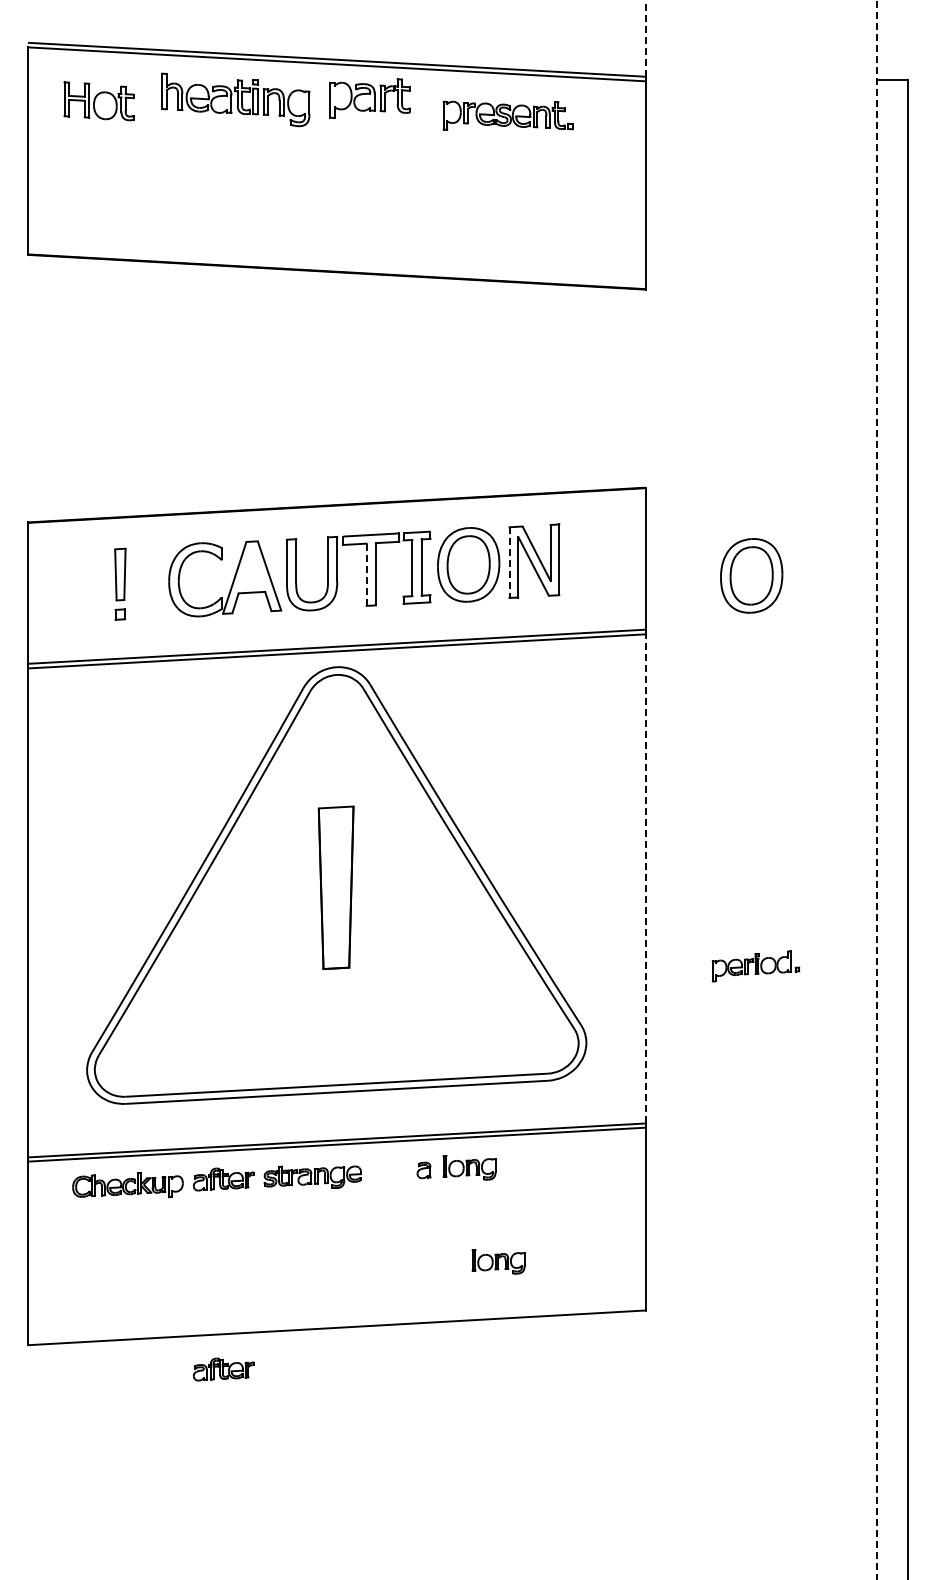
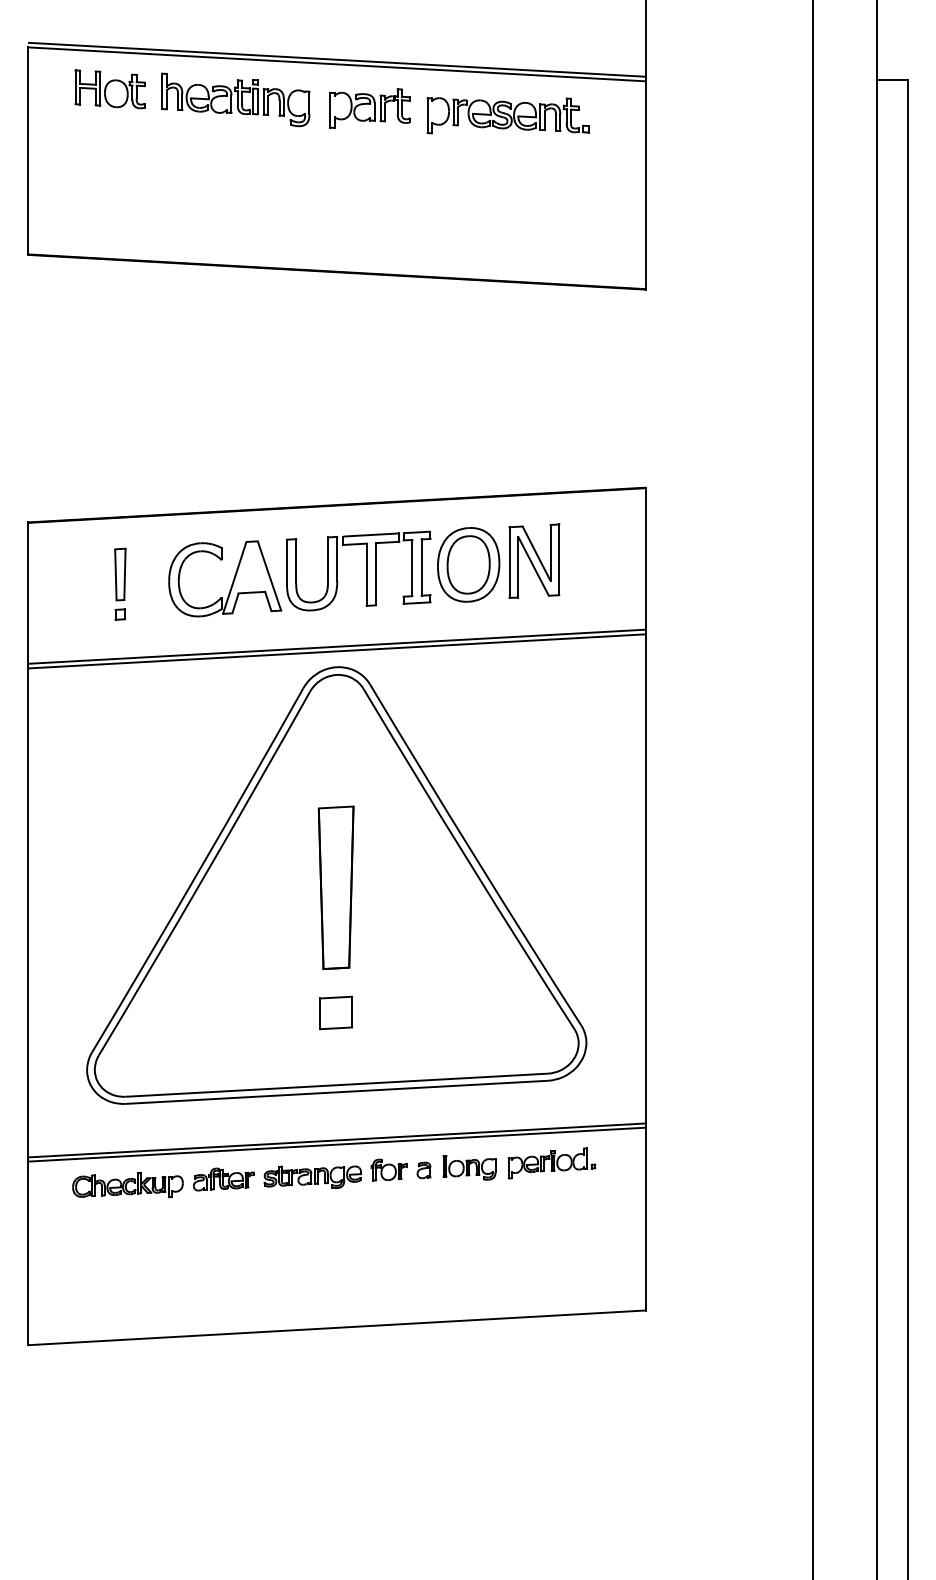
line at (645, 38): dashed -> solid
part at (369, 98) position: (369, 98) -> (369, 108)
part at (98, 101) position: (98, 101) -> (109, 89)
part at (507, 115) size: 132x31 px -> 164x38 px
line at (509, 563): dashed -> solid
line at (366, 575): dashed -> solid
part at (751, 575): present -> none
line at (813, 789): none -> present
line at (877, 790): dashed -> solid
line at (645, 878): dashed -> solid
part at (755, 966) position: (755, 966) -> (551, 1163)
part at (335, 1012): none -> present
part at (388, 1169): none -> present
part at (498, 1261): present -> none
part at (223, 1369): present -> none
